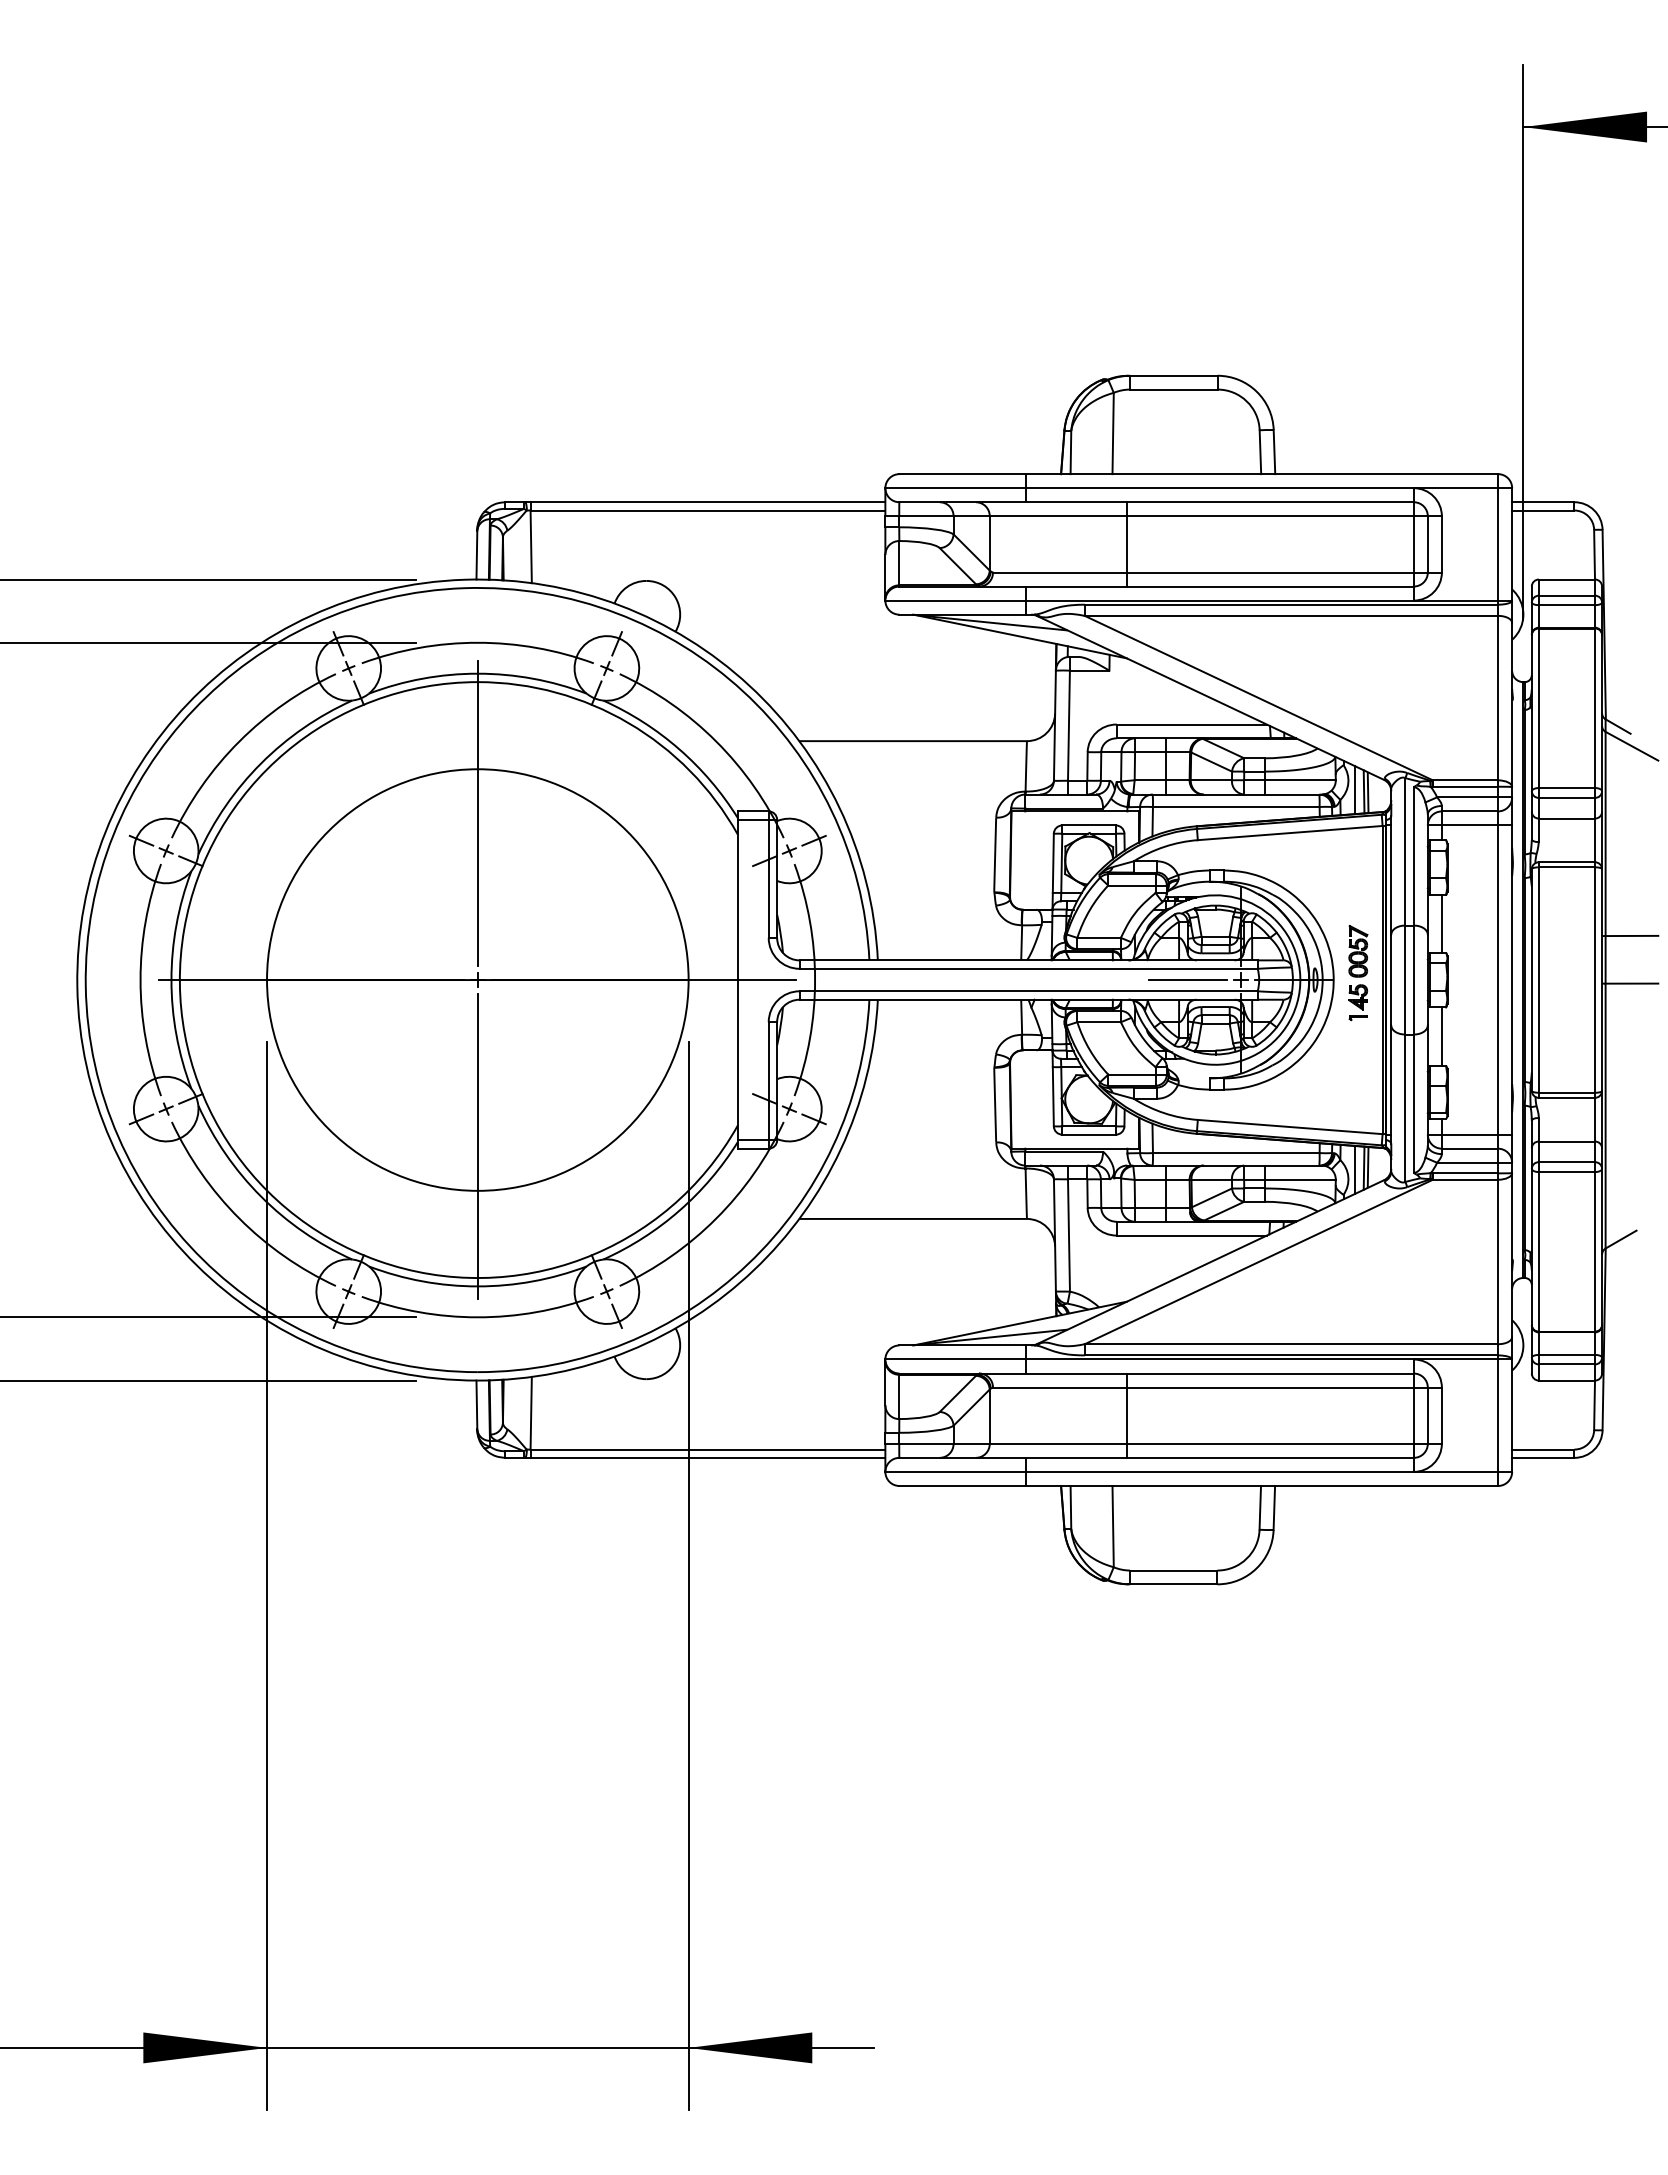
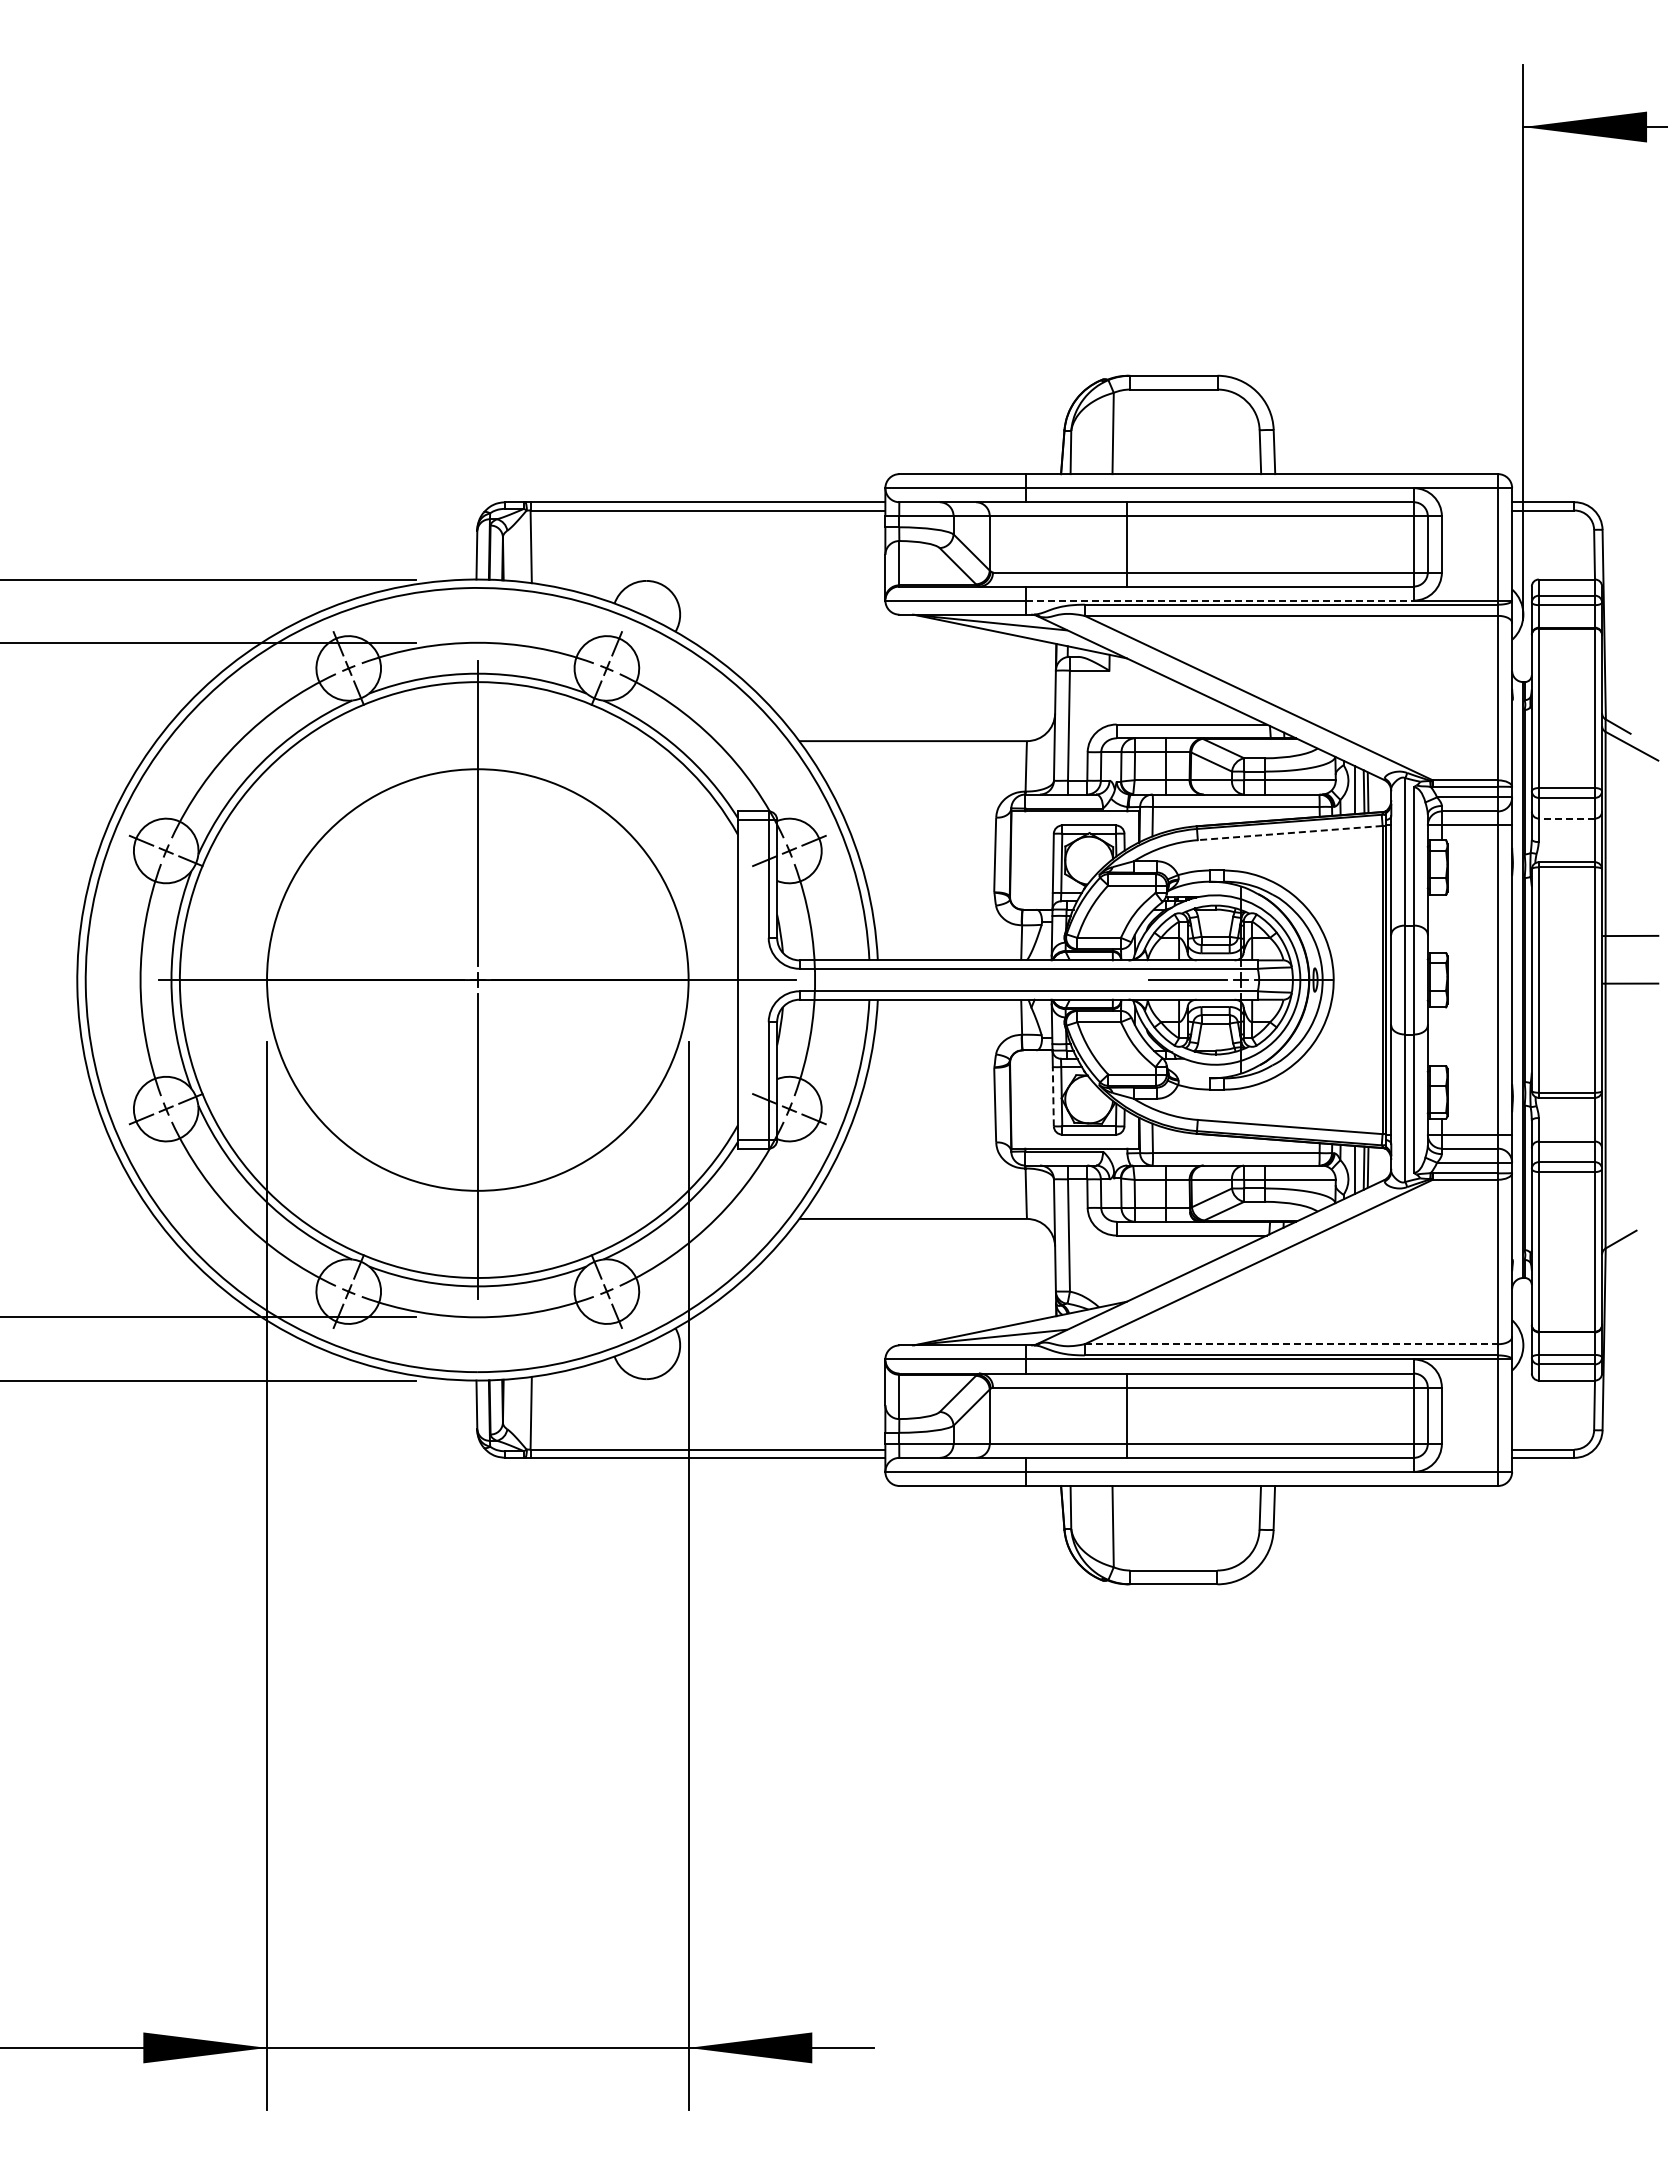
line at (1219, 600): solid -> dashed
line at (1566, 818): solid -> dashed
line at (1290, 833): solid -> dashed
line at (1441, 923): present -> none
part at (1358, 972): present -> none
line at (1441, 1036): present -> none
line at (1053, 1096): solid -> dashed
line at (1291, 1344): solid -> dashed
